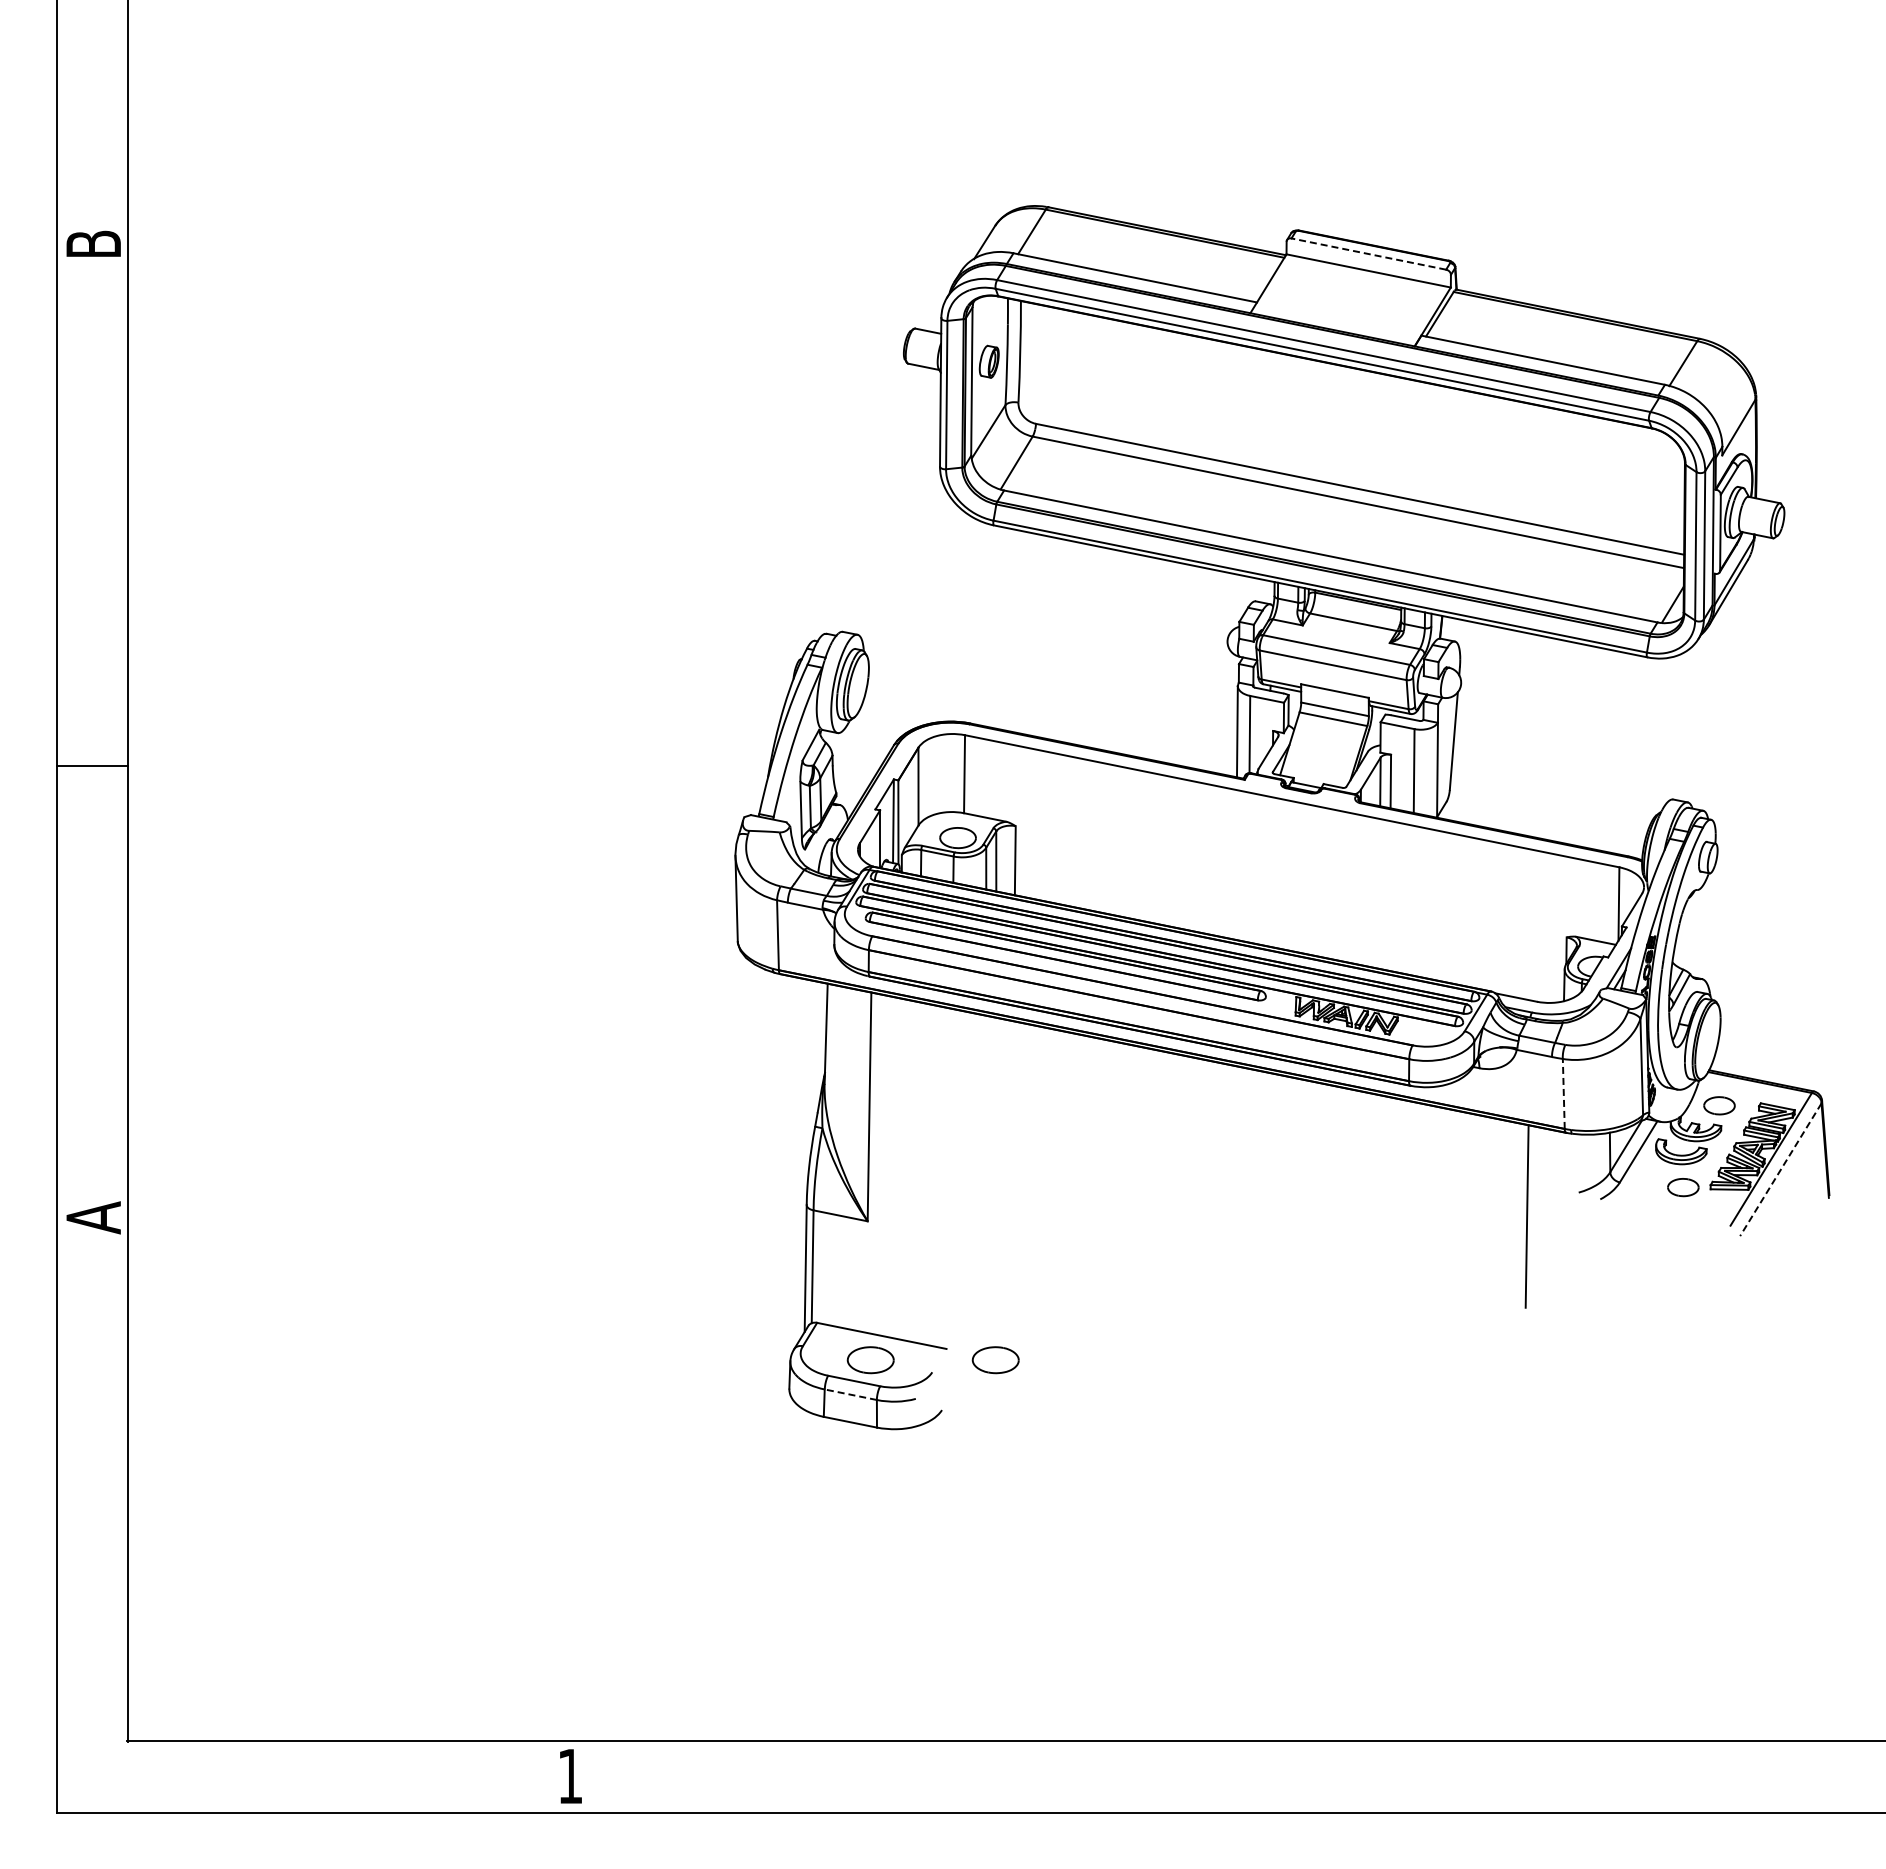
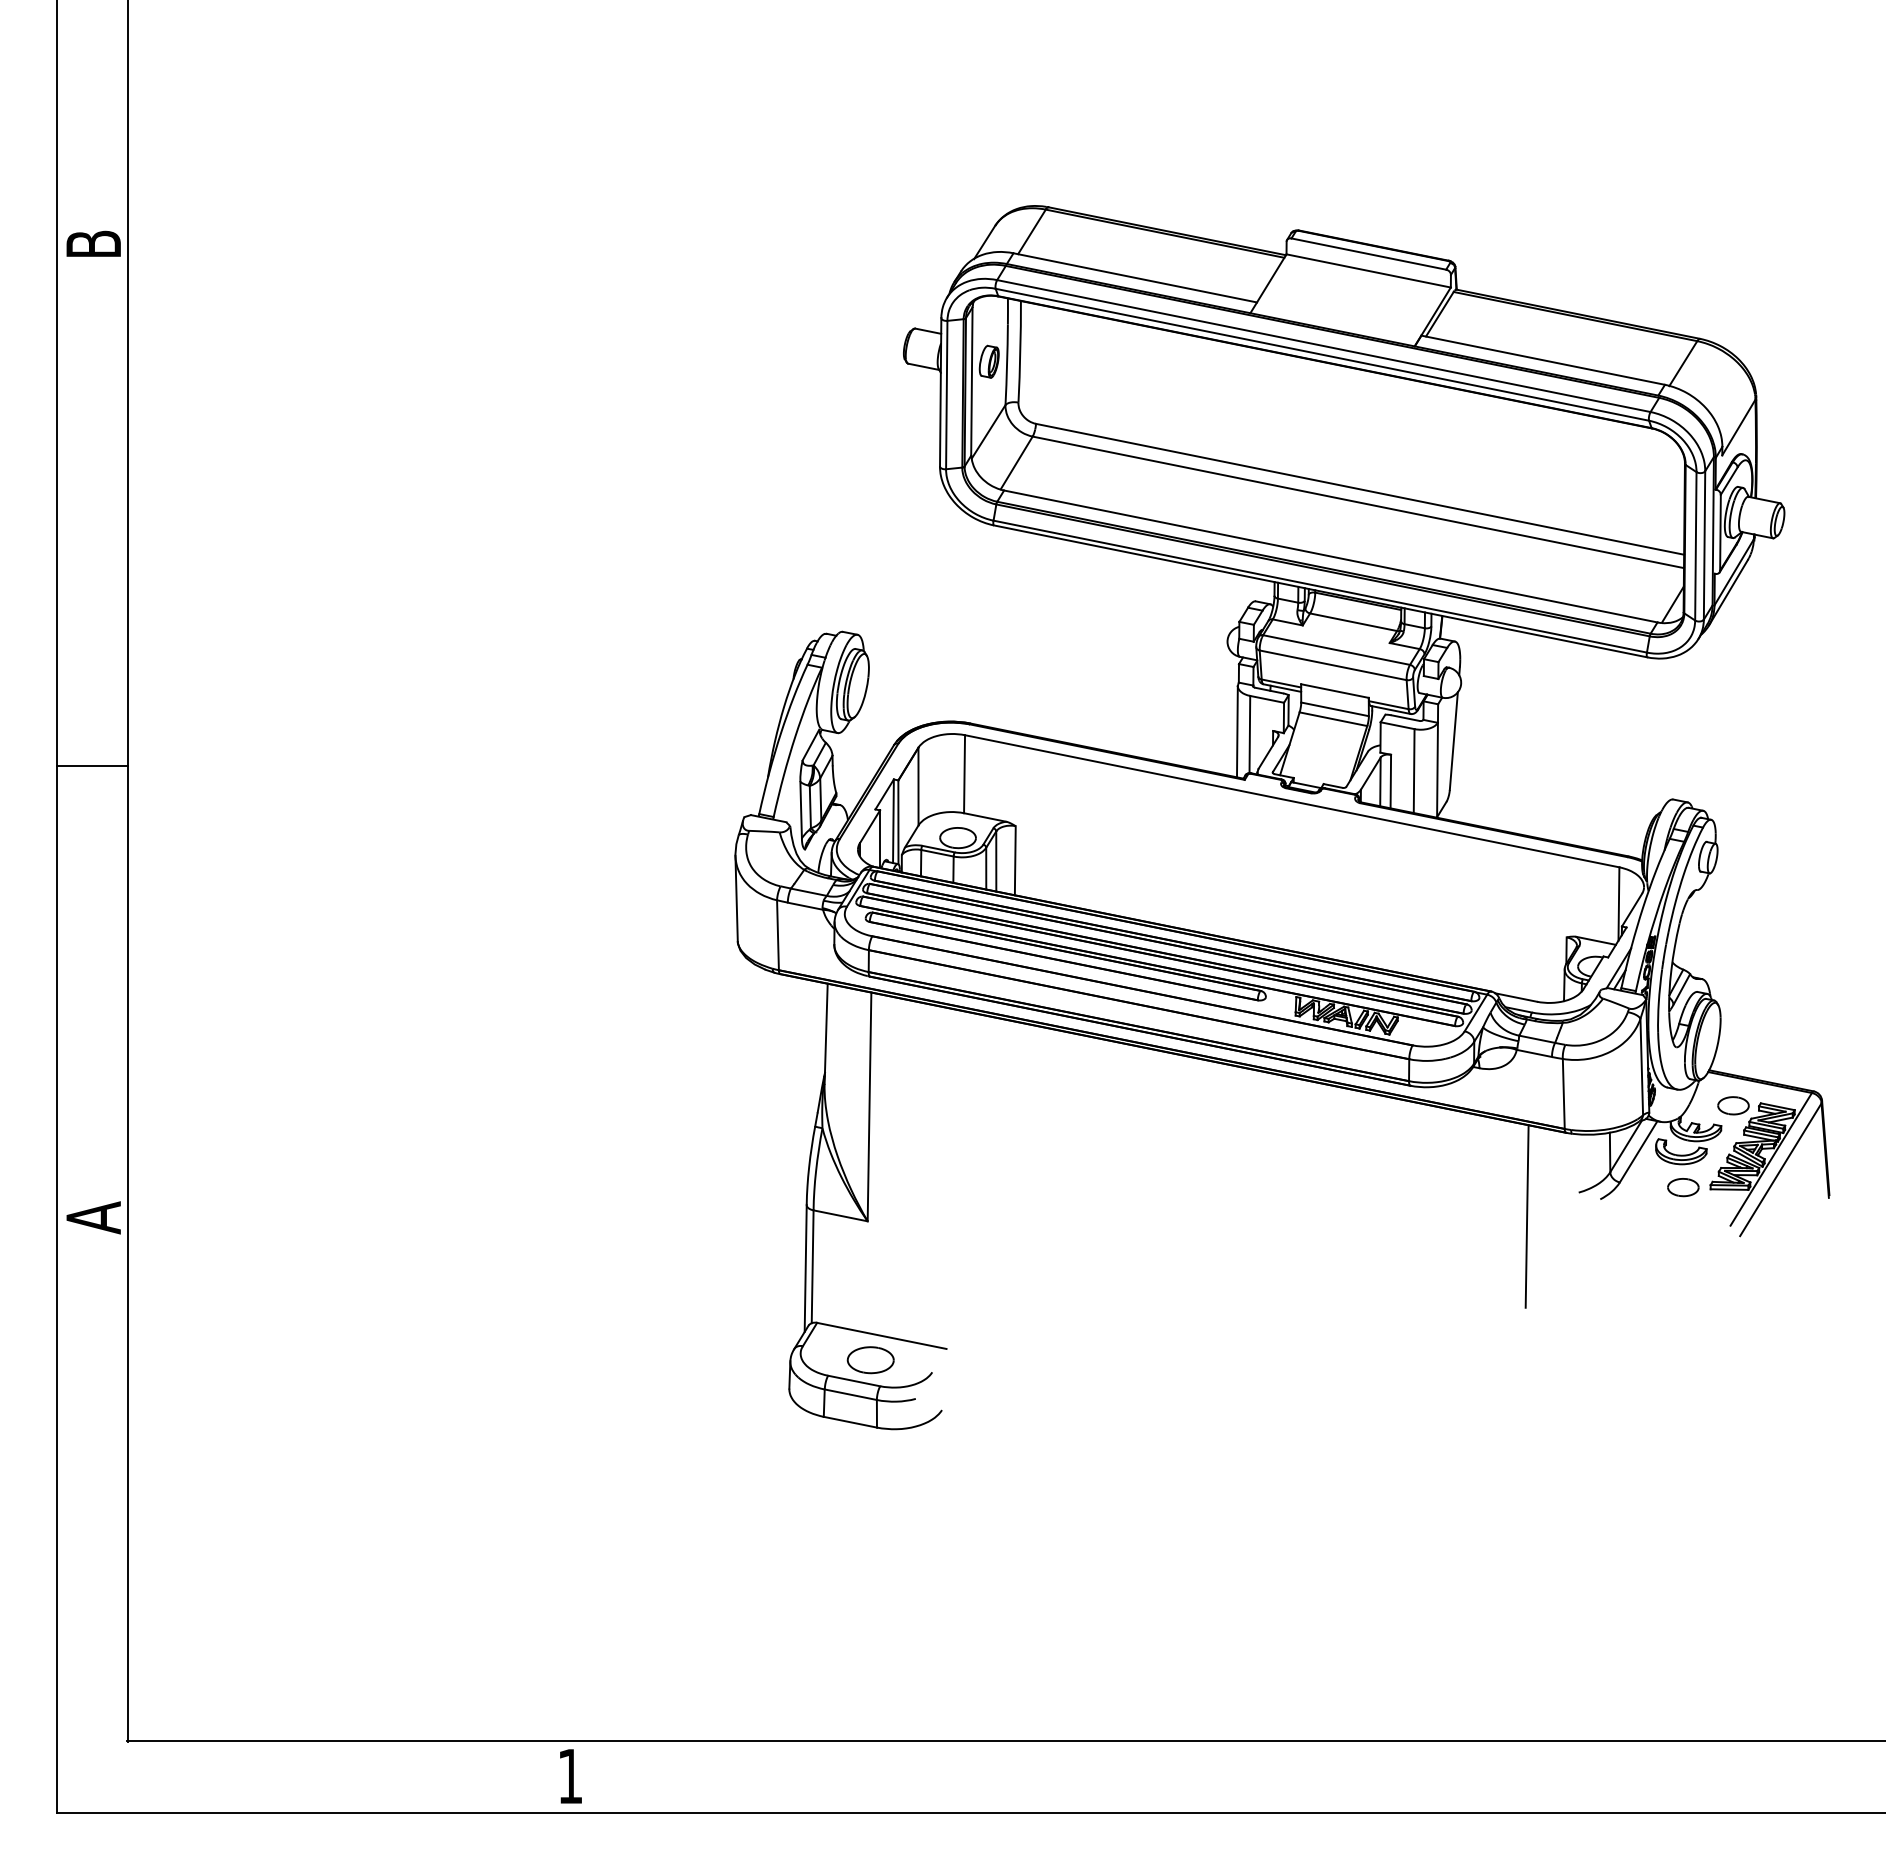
line at (1368, 254): dashed -> solid
line at (1563, 1093): dashed -> solid
part at (1719, 1105) position: (1719, 1105) -> (1733, 1105)
line at (1780, 1169): dashed -> solid
part at (995, 1360): present -> none
line at (850, 1394): dashed -> solid
